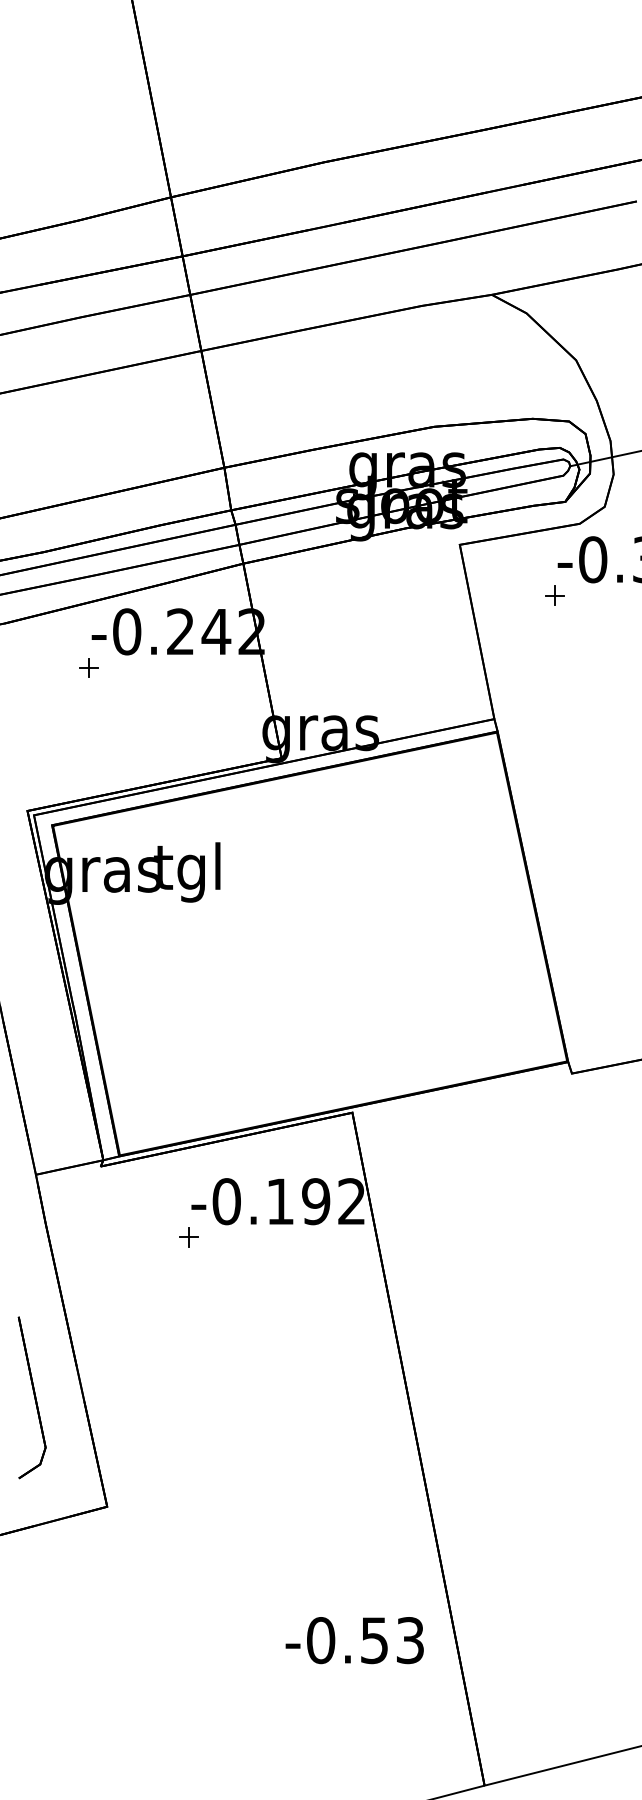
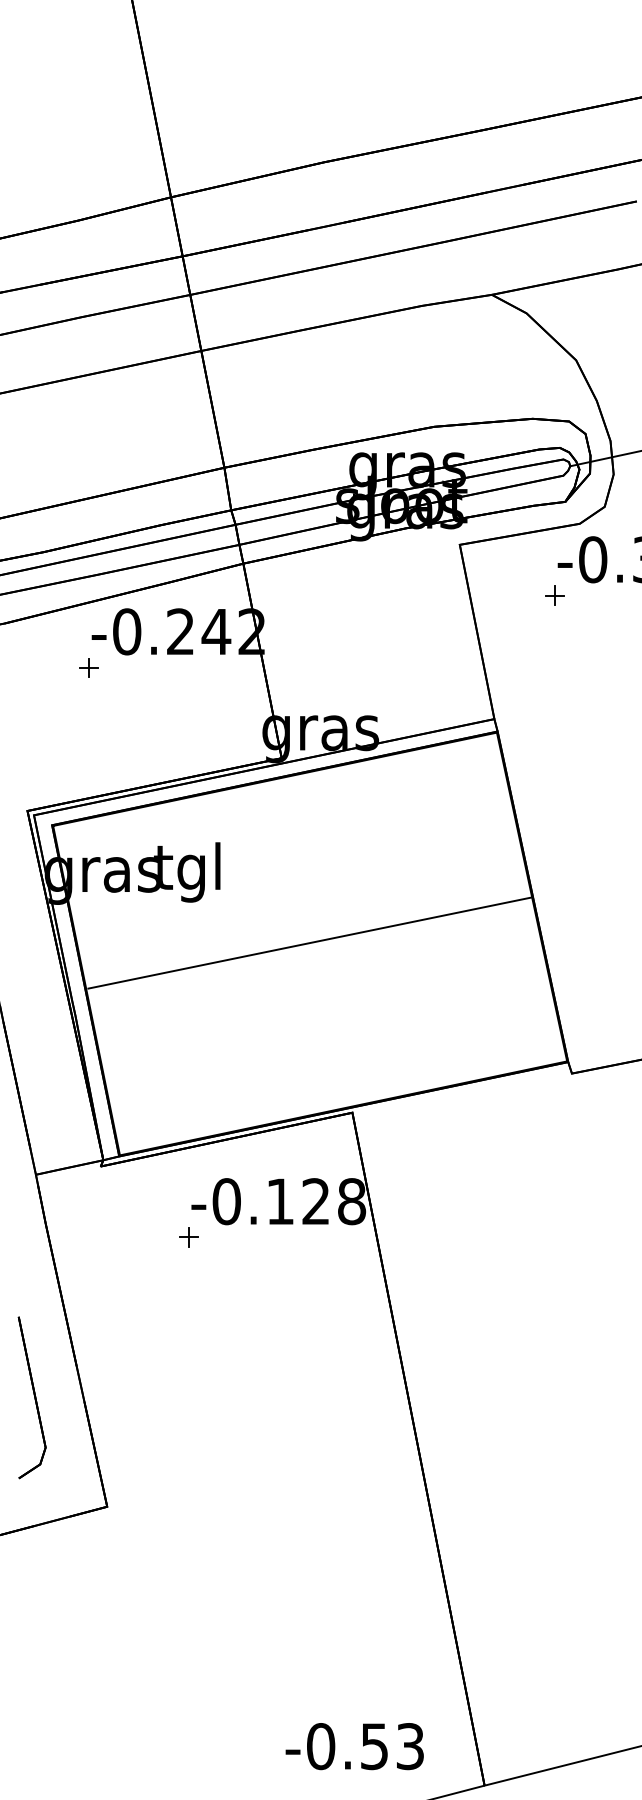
line at (309, 942): none -> present
text at (334, 1201): -0.192 -> -0.128
text at (354, 1640) position: (354, 1640) -> (354, 1746)
